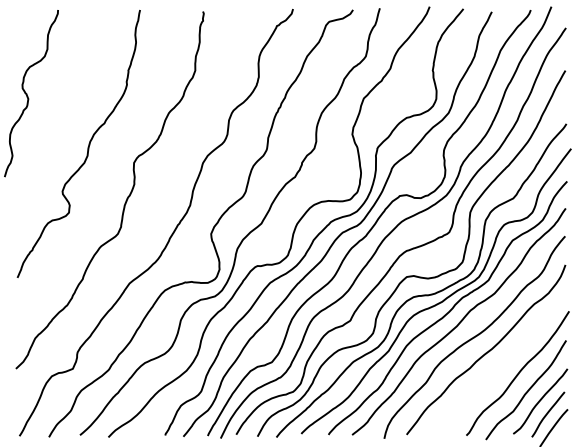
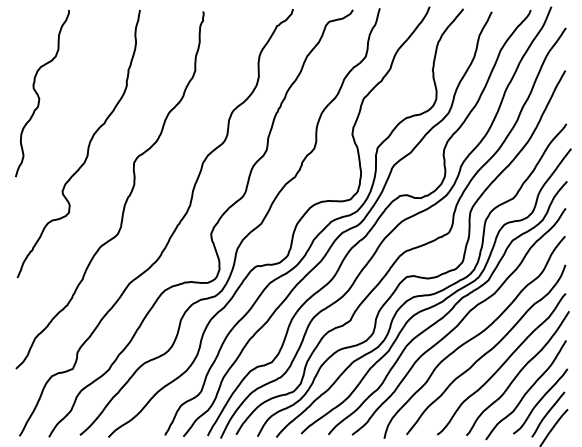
curve at (27, 93) position: (27, 93) -> (38, 93)
curve at (501, 364): none -> present
